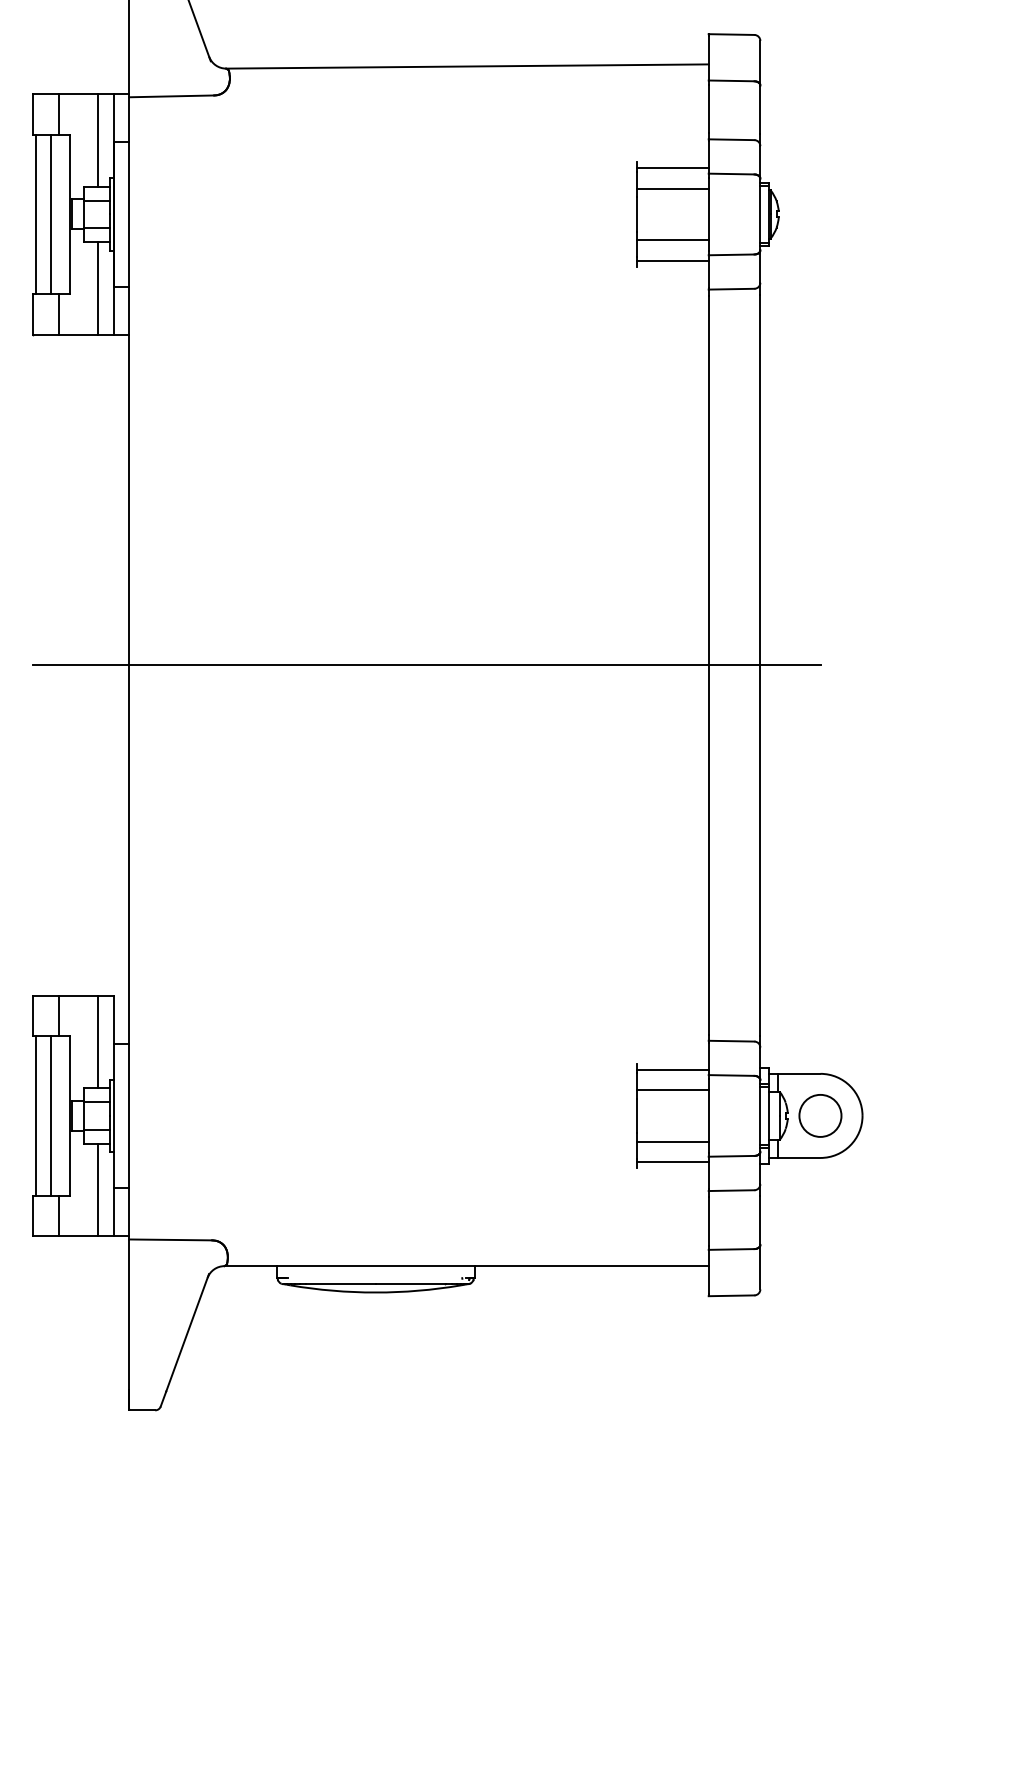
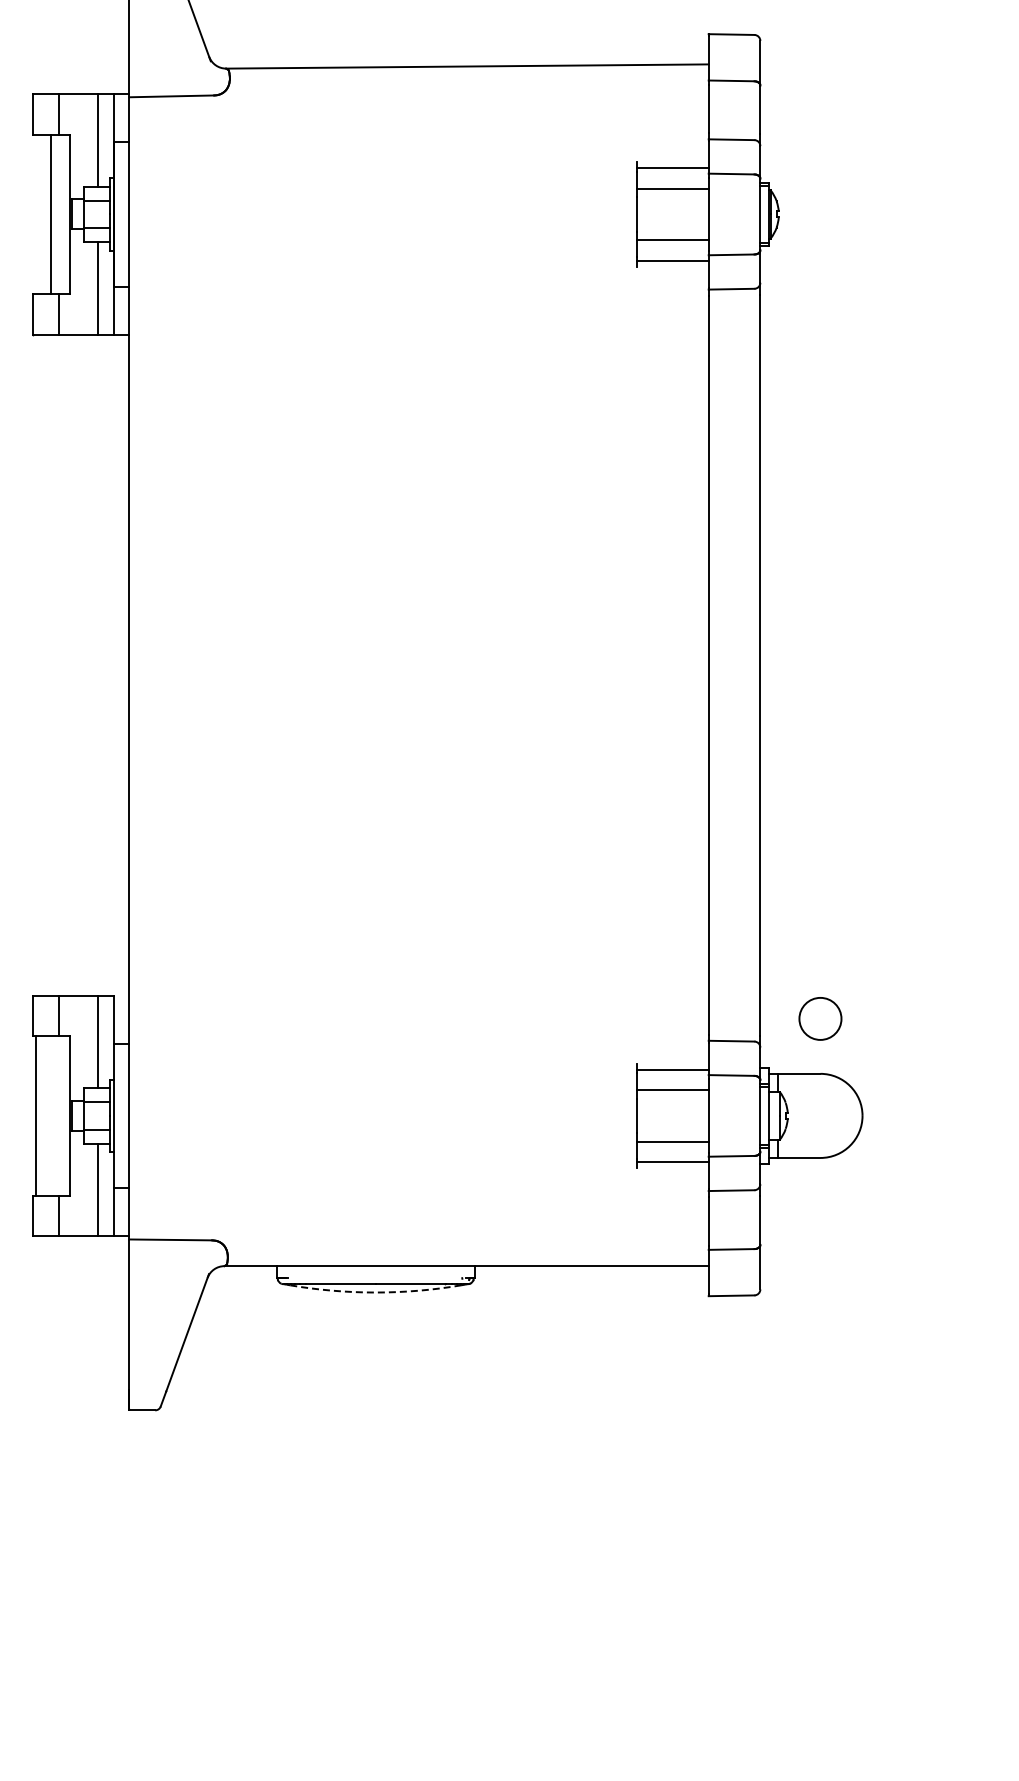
line at (36, 214): present -> none
line at (427, 665): present -> none
line at (50, 1115): present -> none
circle at (820, 1115) position: (820, 1115) -> (820, 1018)
arc at (375, 1292): solid -> dashed
